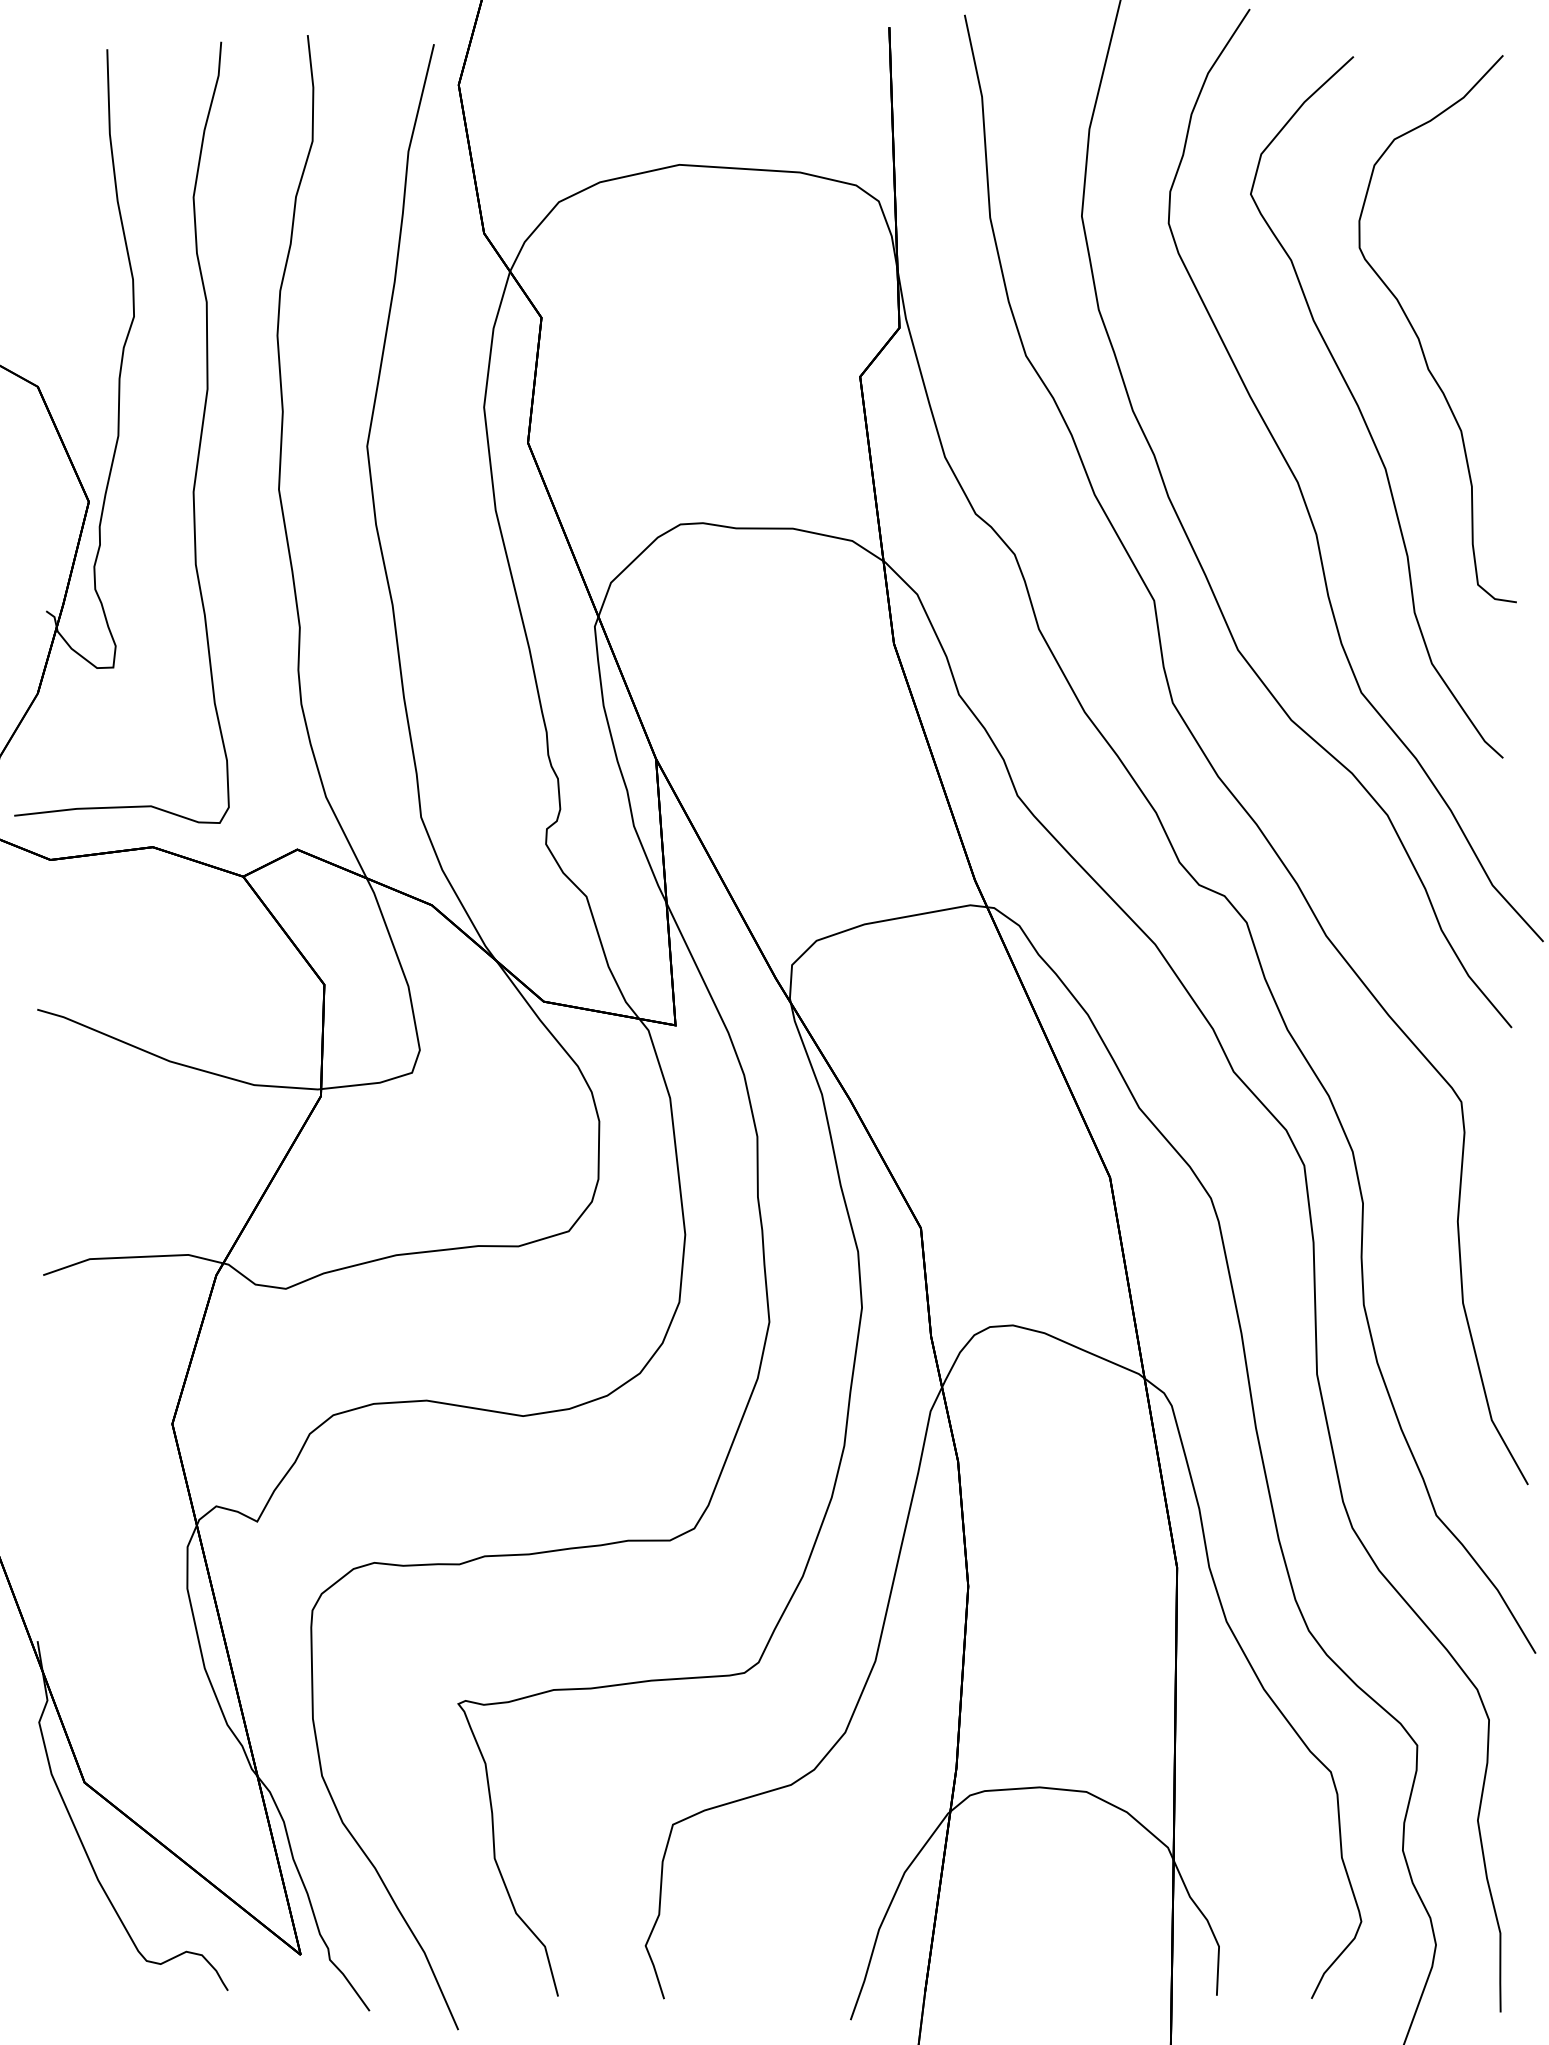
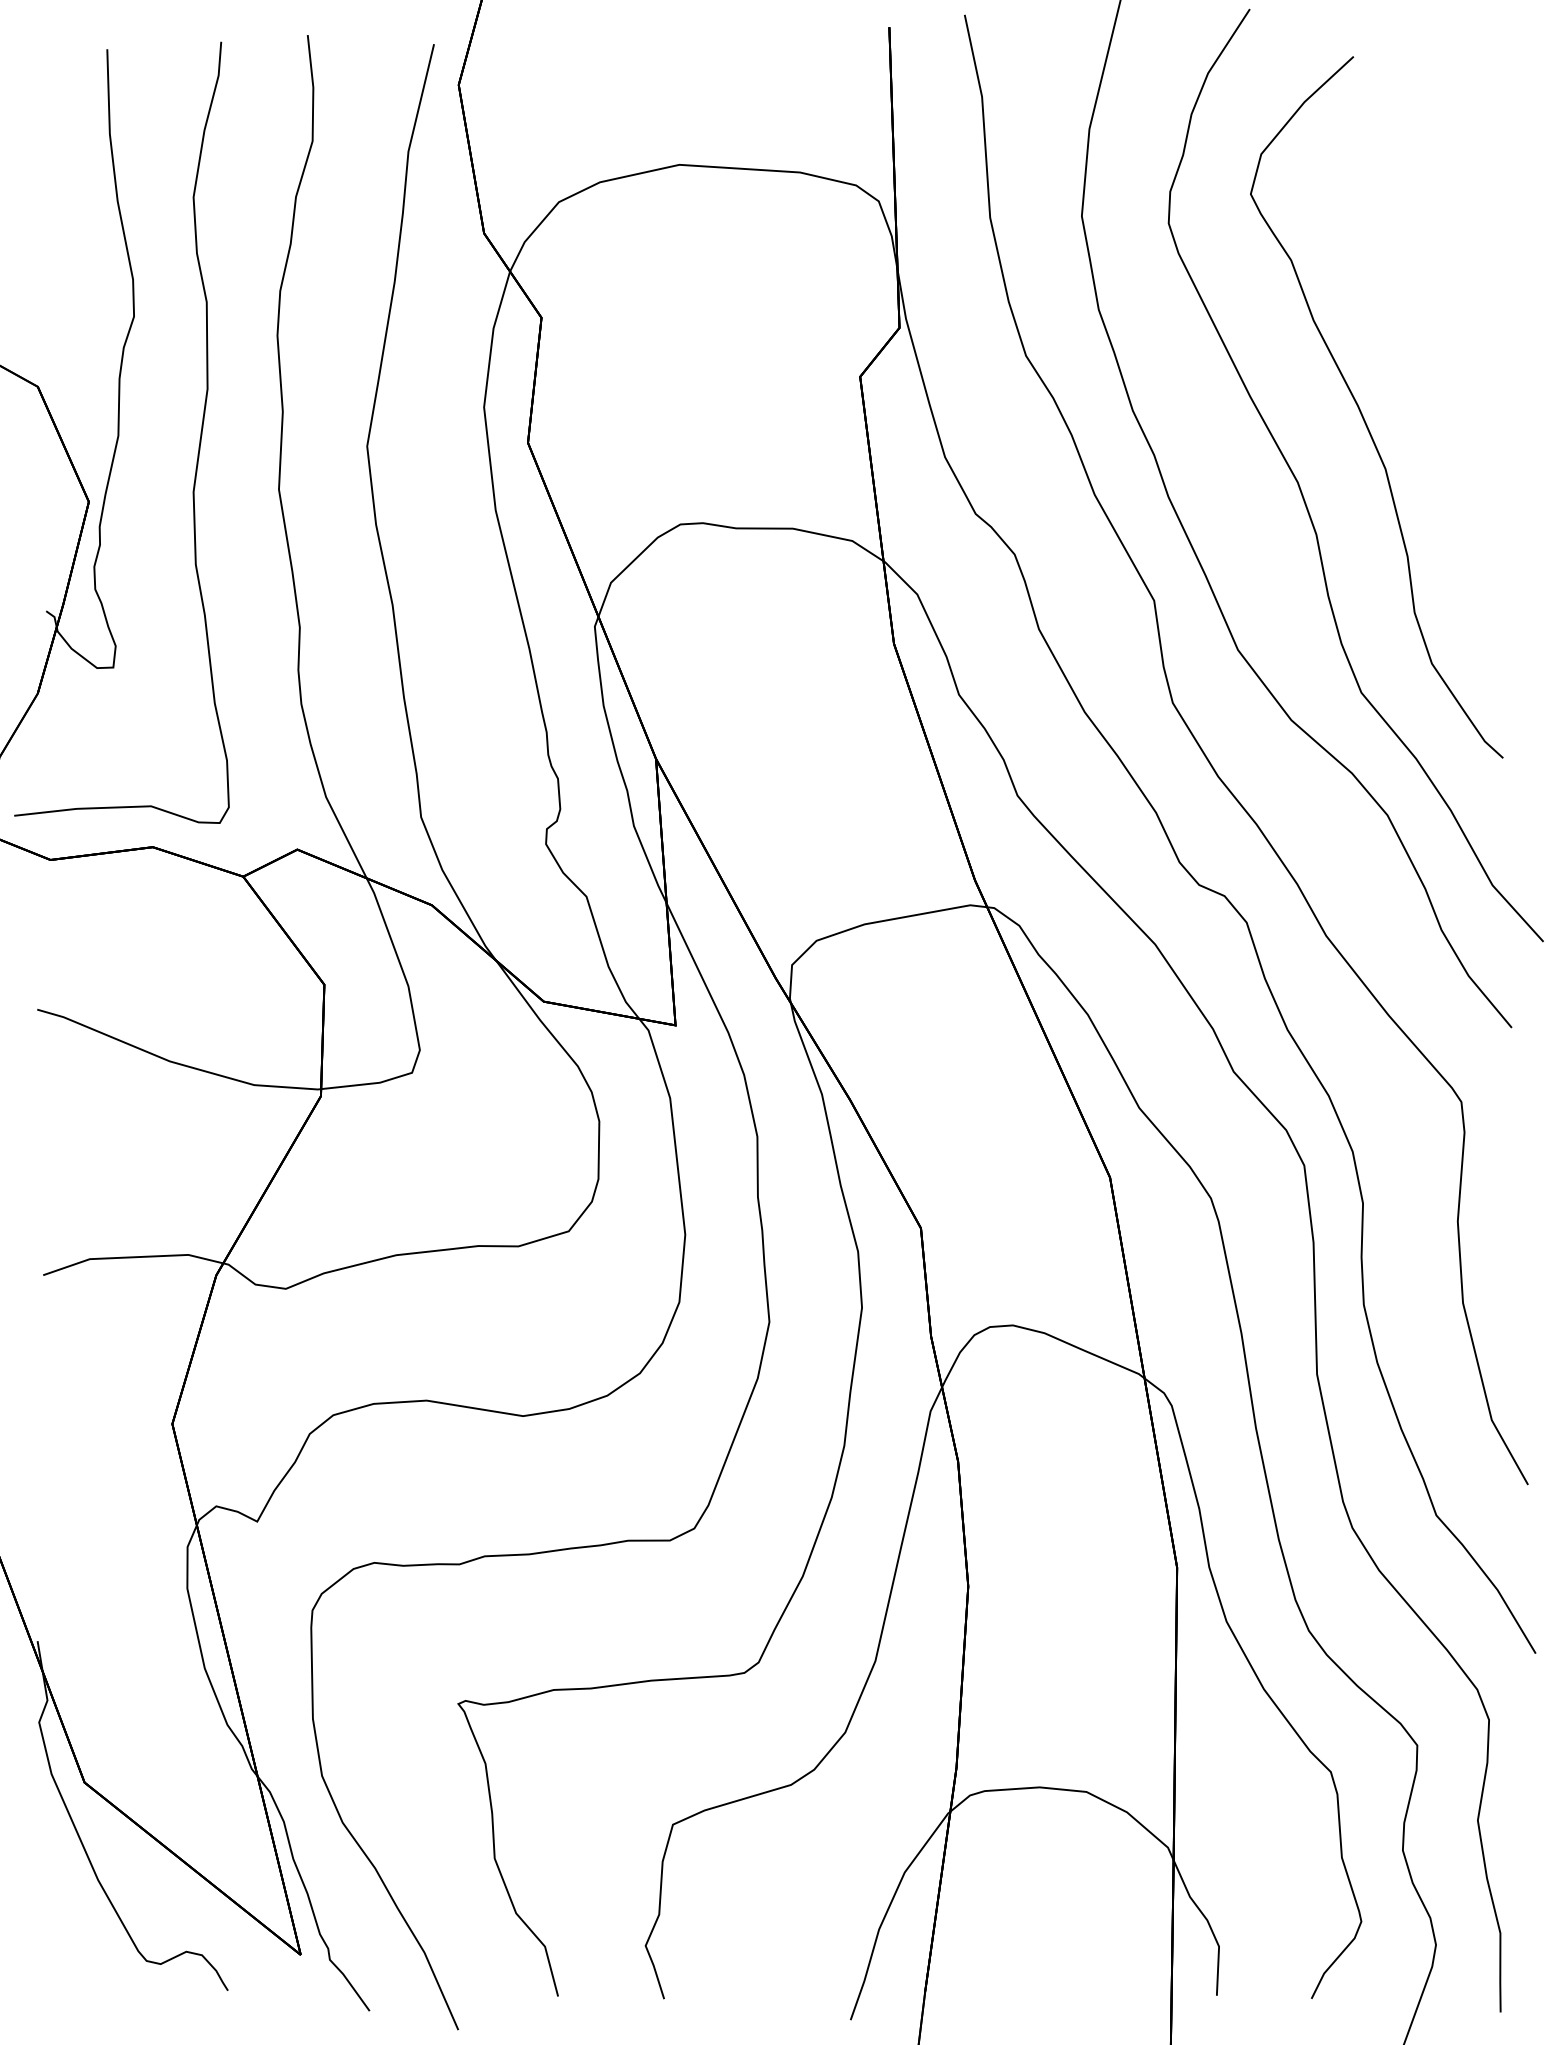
curve at (1419, 338): present -> none
